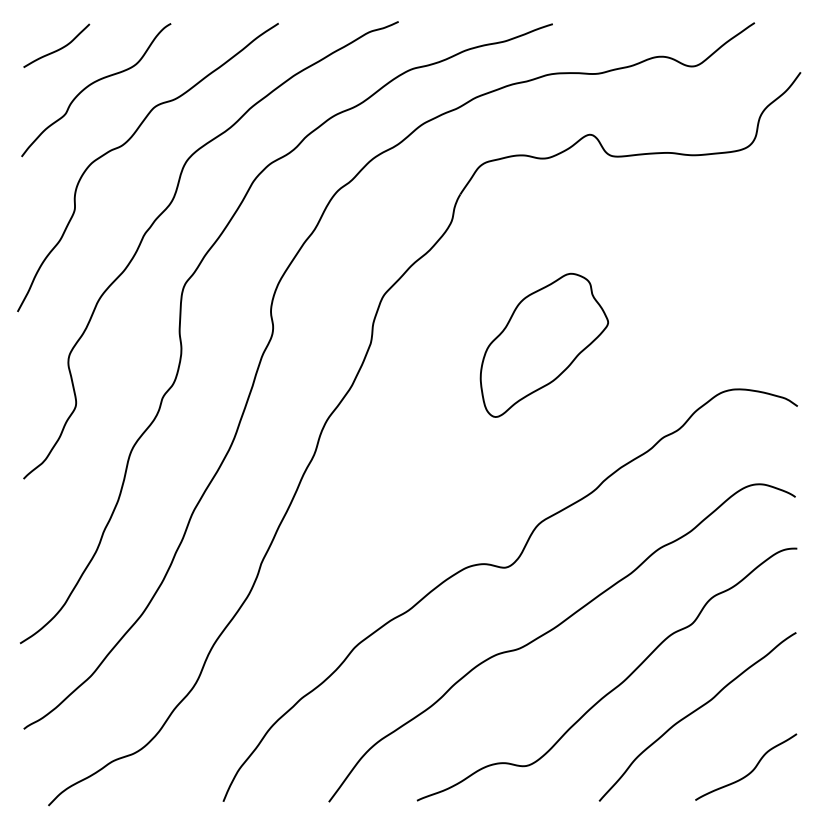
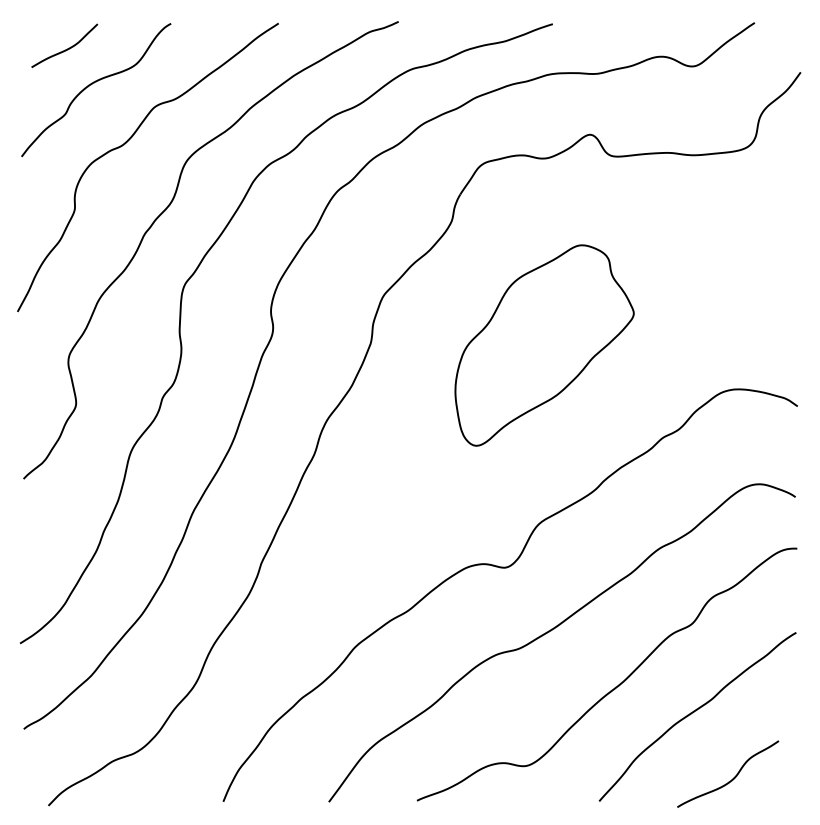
curve at (57, 49) position: (57, 49) -> (65, 49)
part at (543, 344) size: 130x146 px -> 181x203 px
curve at (751, 770) position: (751, 770) -> (733, 777)
